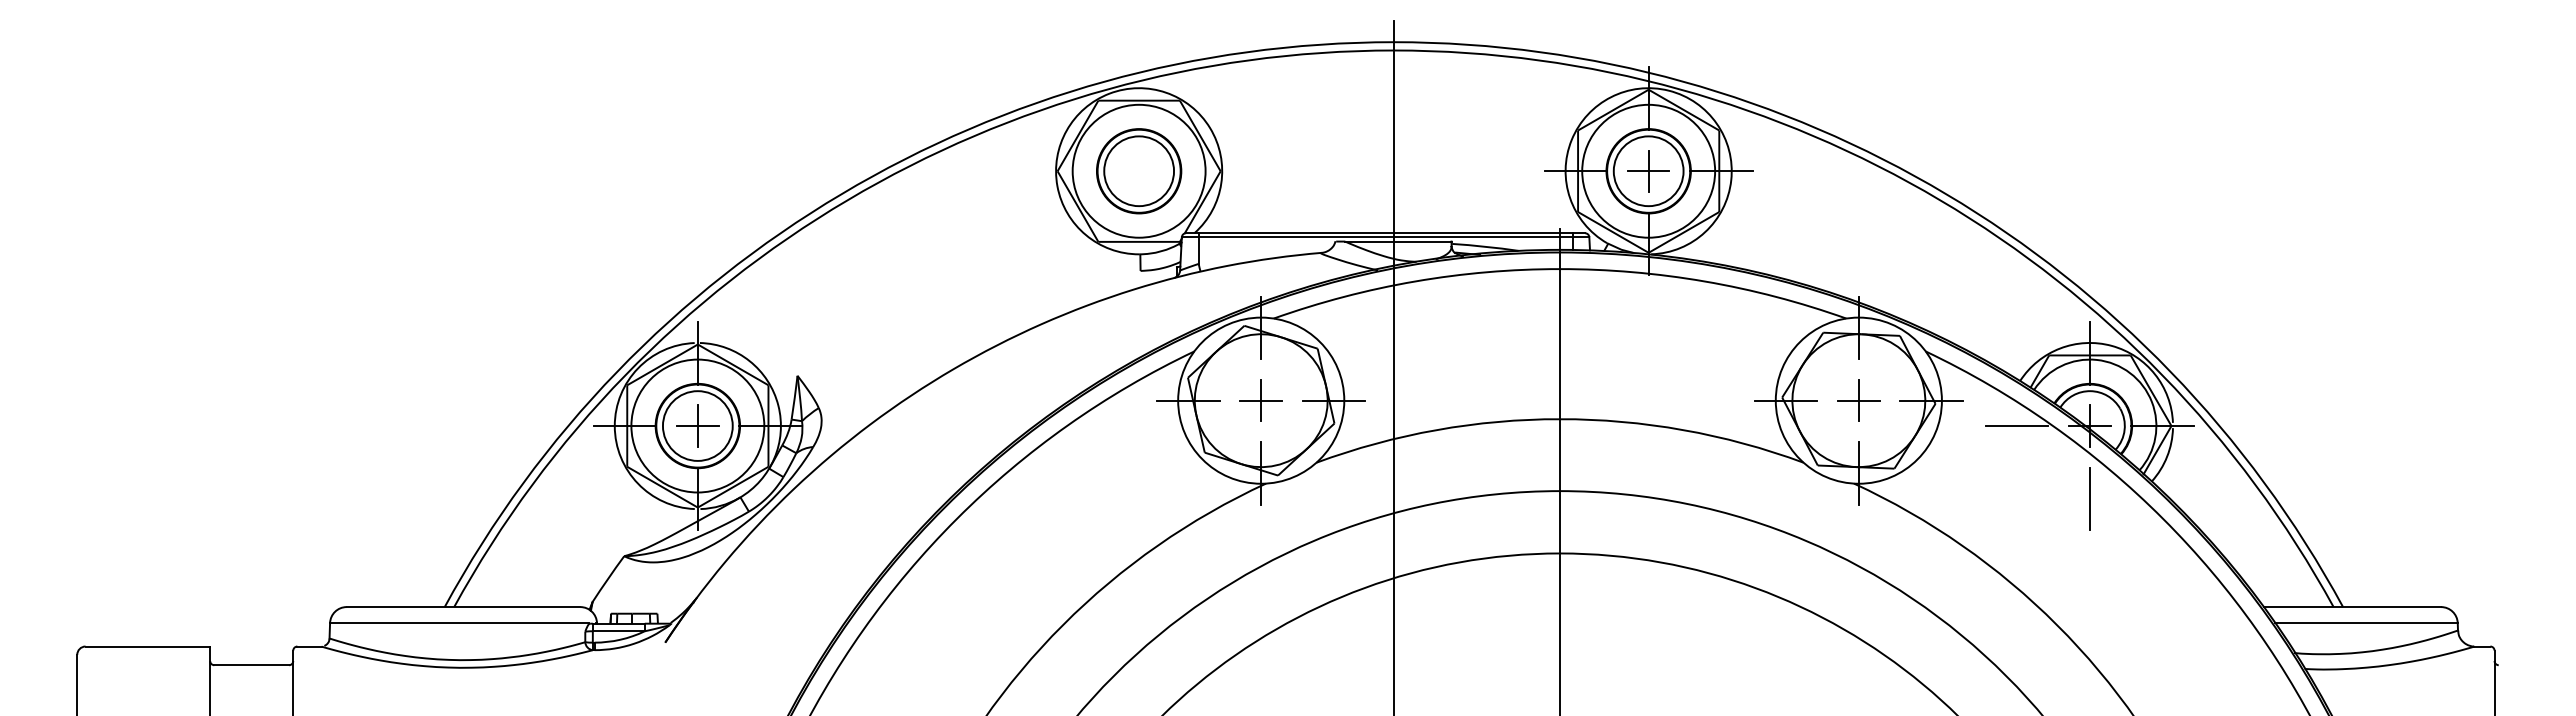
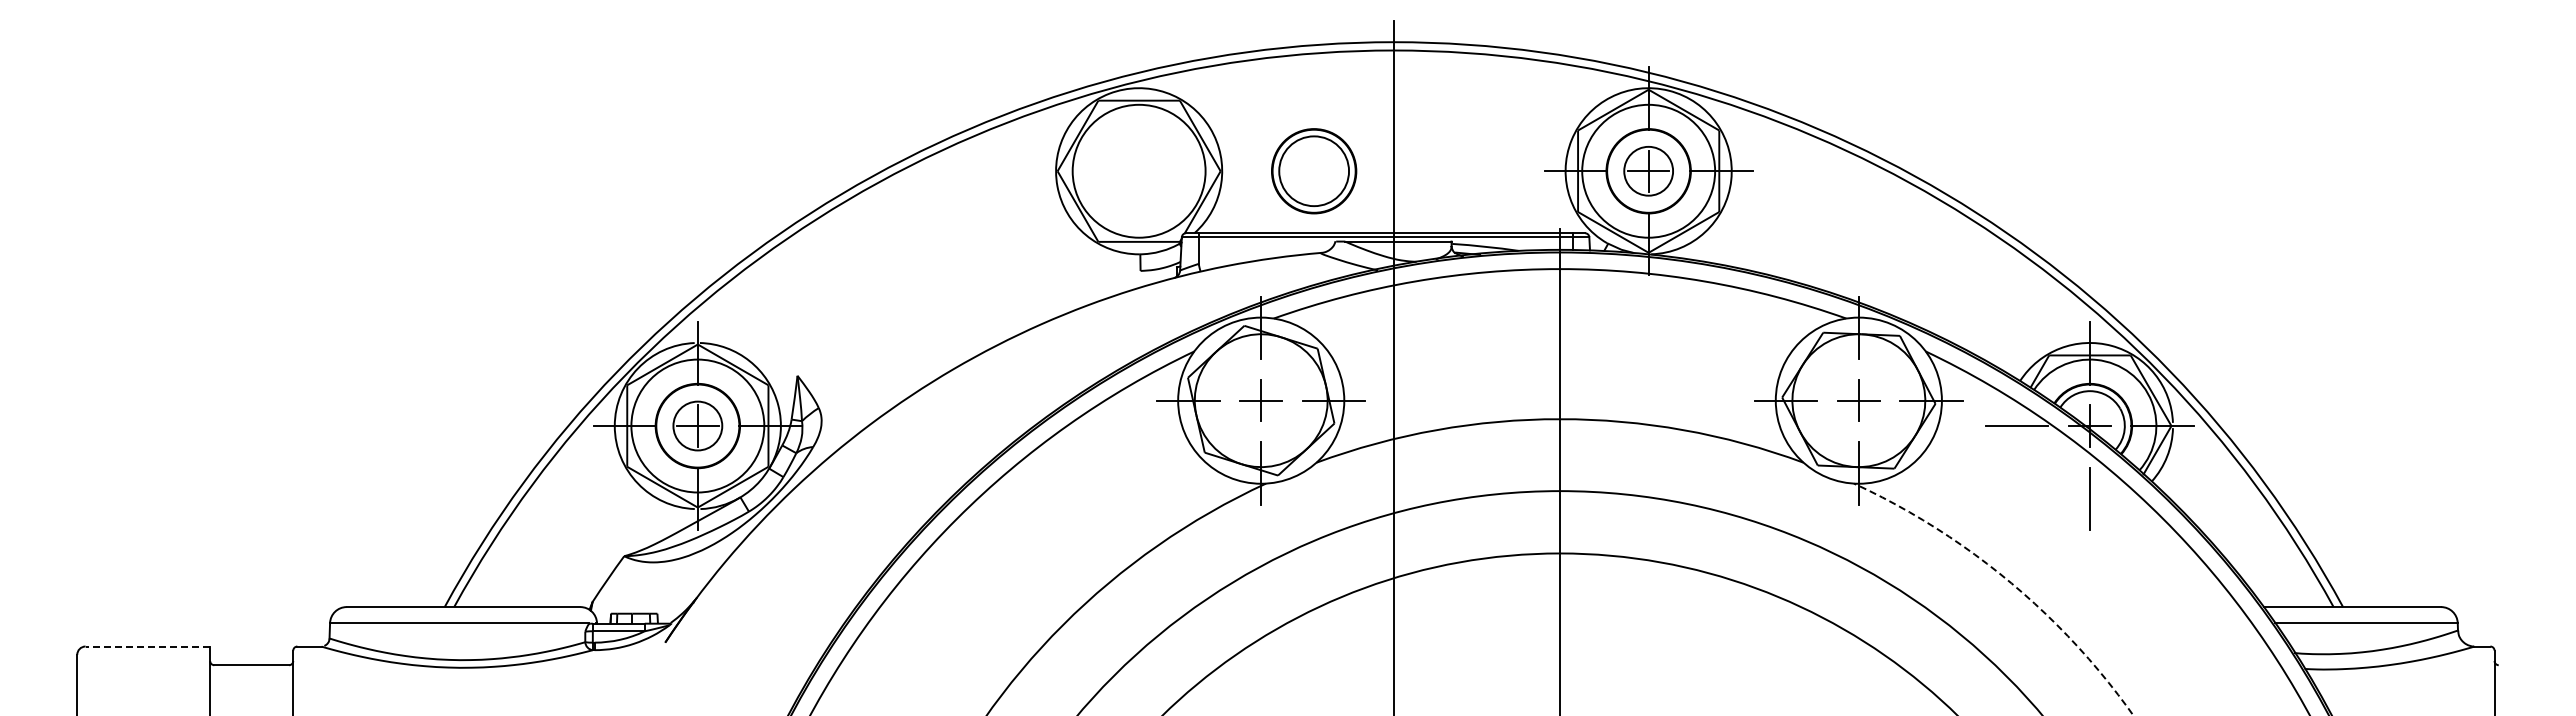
part at (1139, 171) position: (1139, 171) -> (1314, 171)
circle at (1648, 171) diameter: 70 px -> 49 px
circle at (697, 425) diameter: 70 px -> 49 px
arc at (2008, 580): solid -> dashed
line at (147, 646): solid -> dashed
